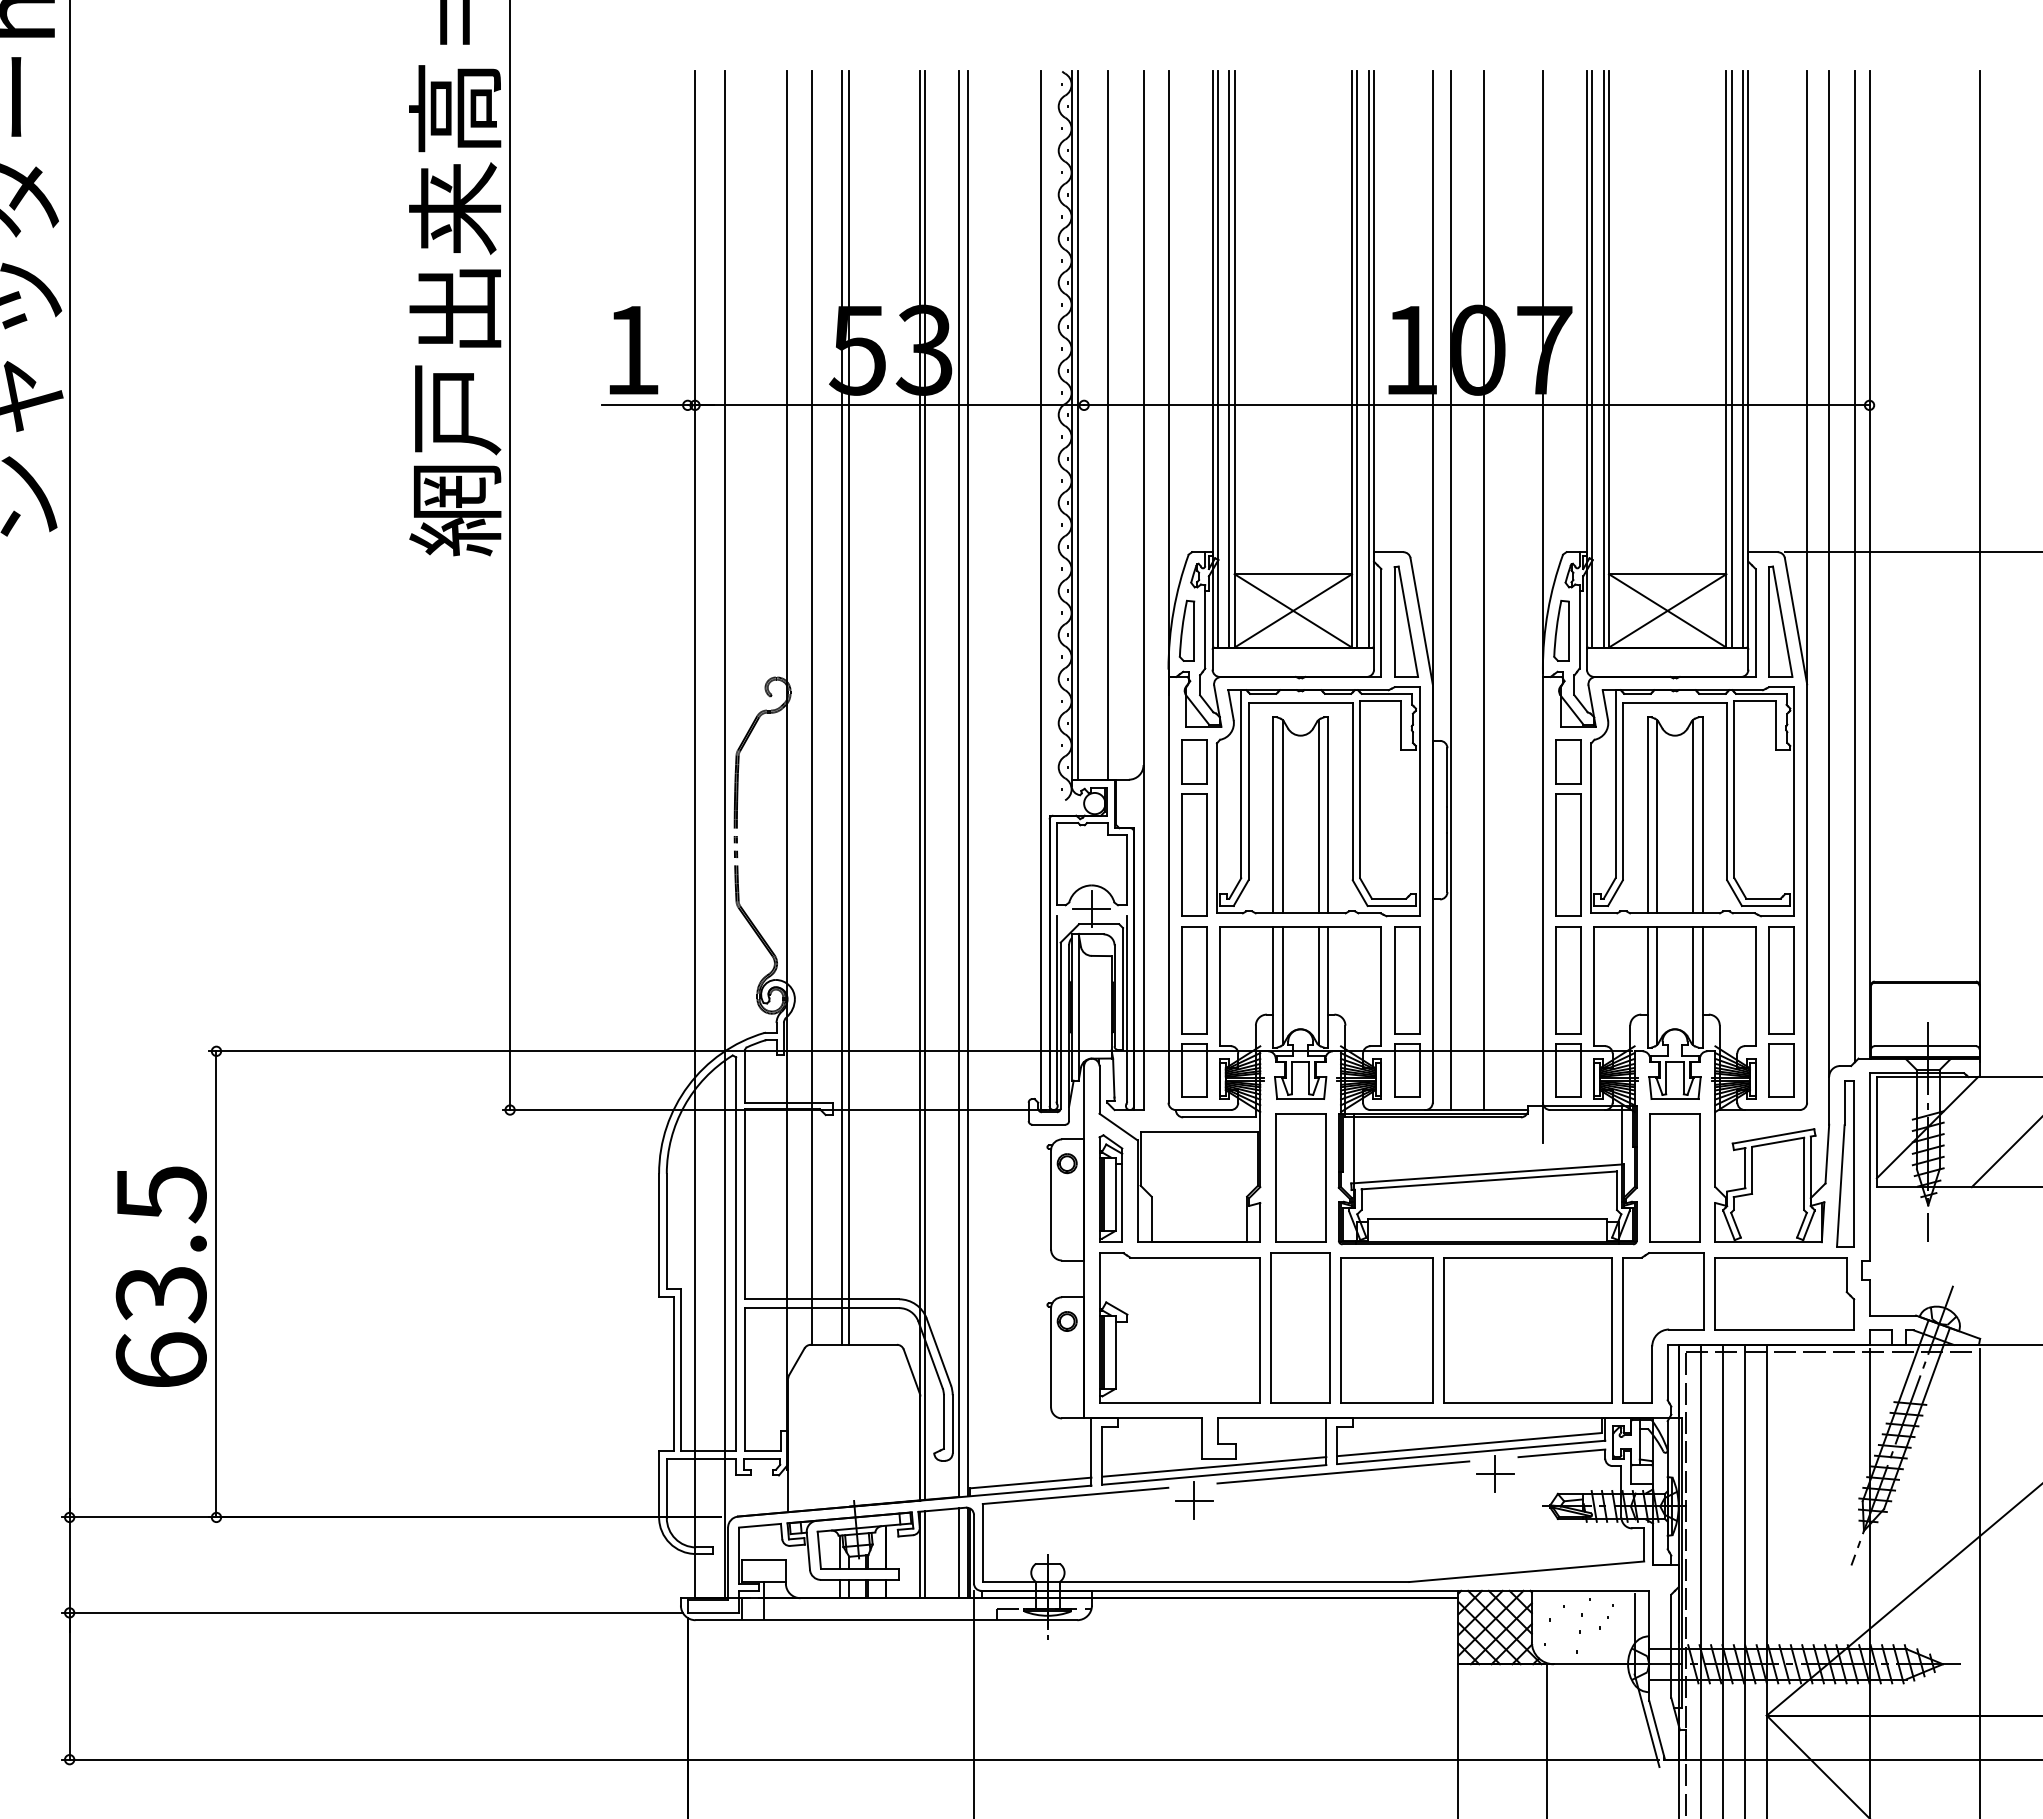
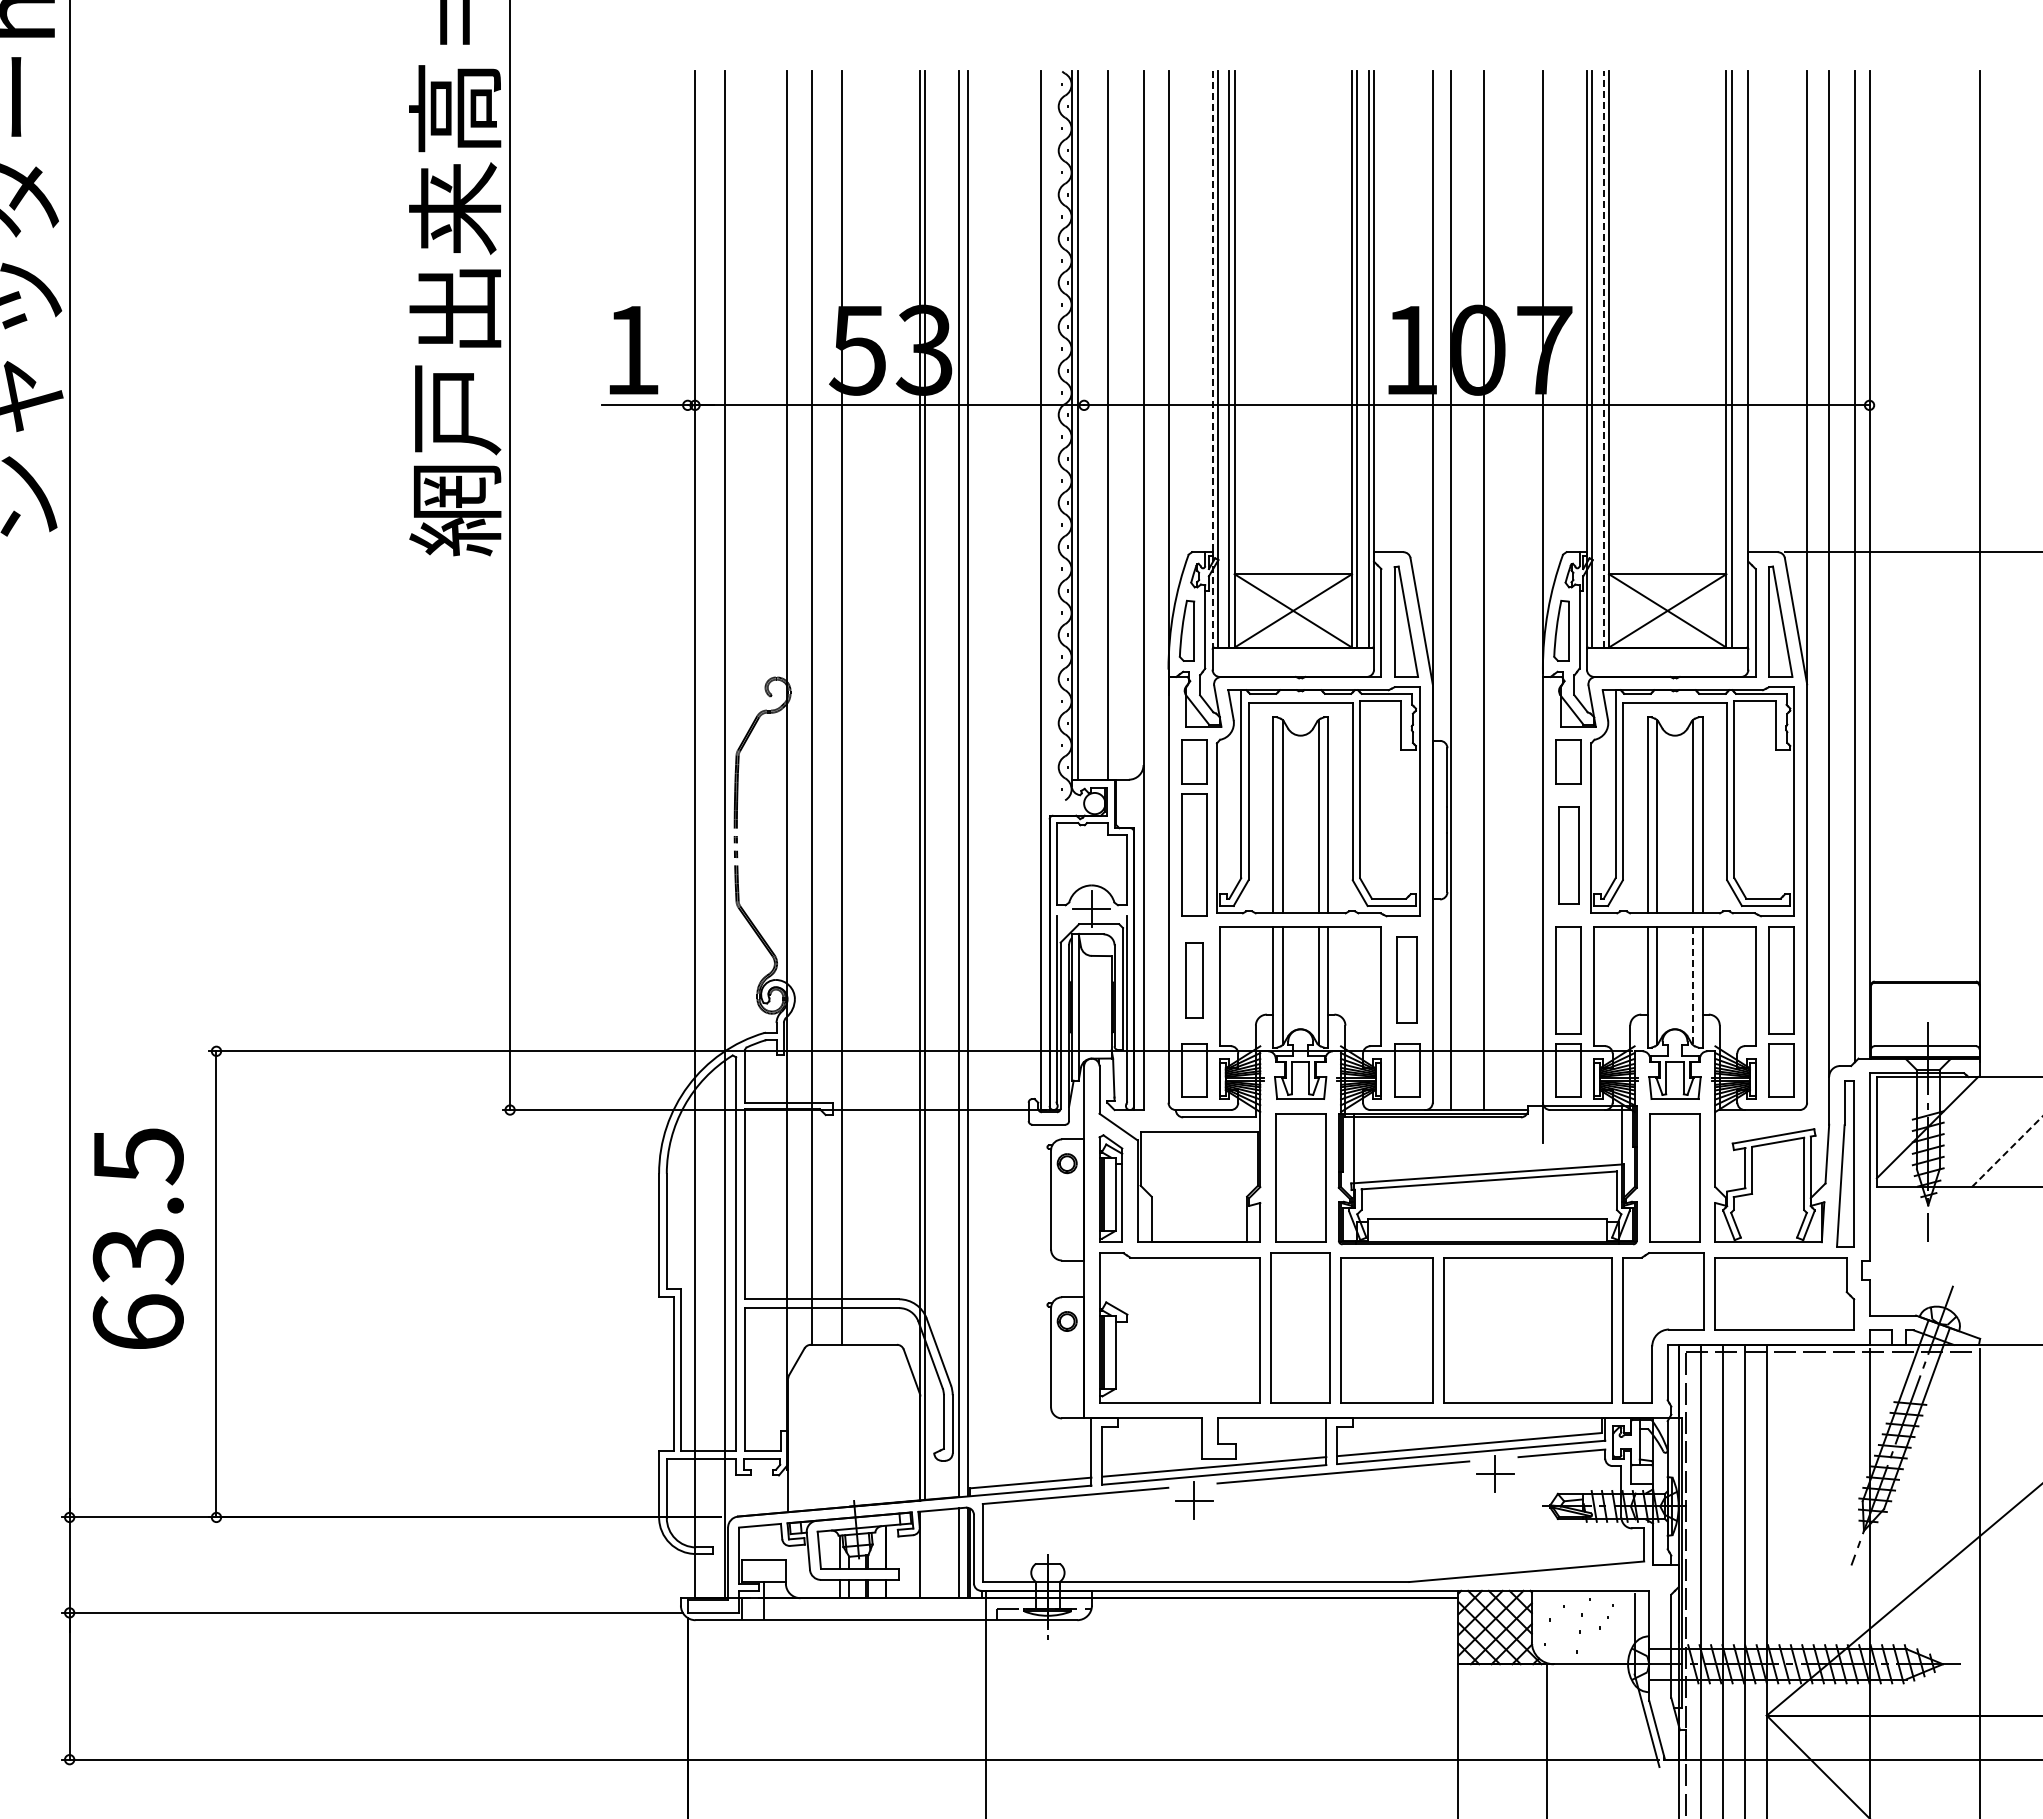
line at (1603, 358): solid -> dashed
line at (1212, 359): solid -> dashed
line at (1743, 359): present -> none
line at (849, 707): present -> none
part at (1568, 854) size: 27x124 px -> 22x99 px
part at (1194, 980) size: 27x109 px -> 19x77 px
part at (1407, 980) size: 27x109 px -> 22x88 px
line at (1692, 986): solid -> dashed
line at (2007, 1151): solid -> dashed
text at (160, 1276) position: (160, 1276) -> (137, 1238)
line at (924, 1554): present -> none
line at (974, 1702) position: (974, 1702) -> (986, 1702)
